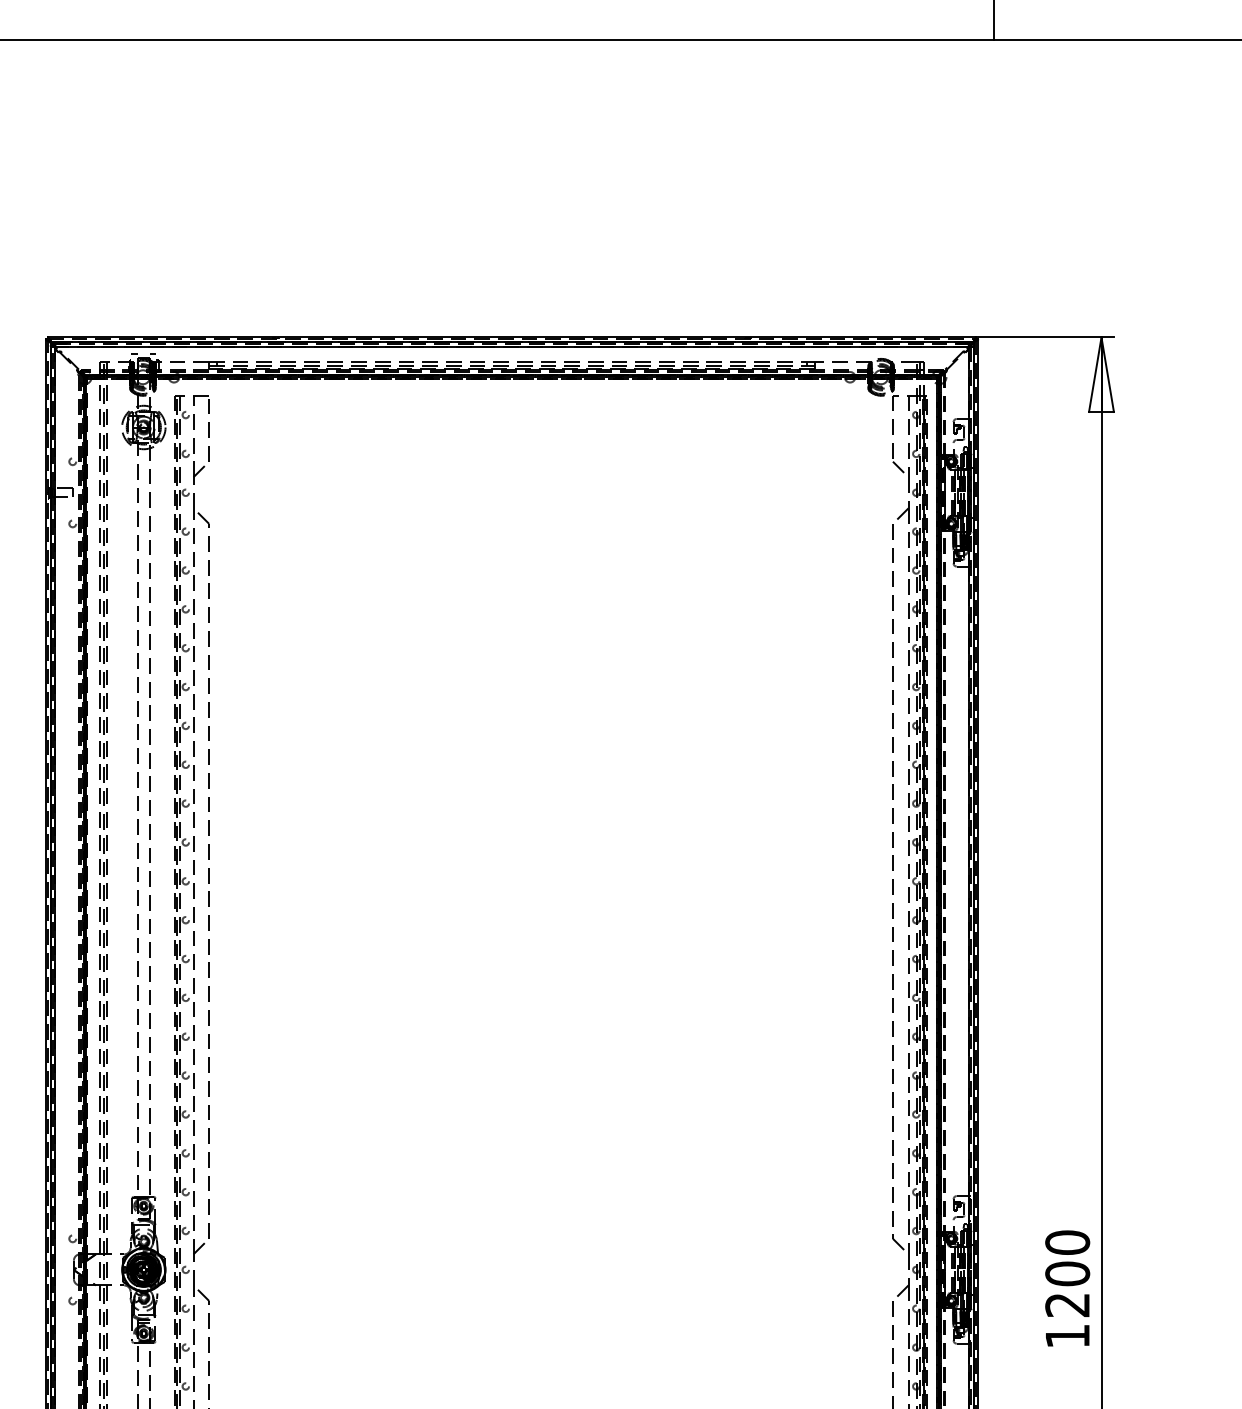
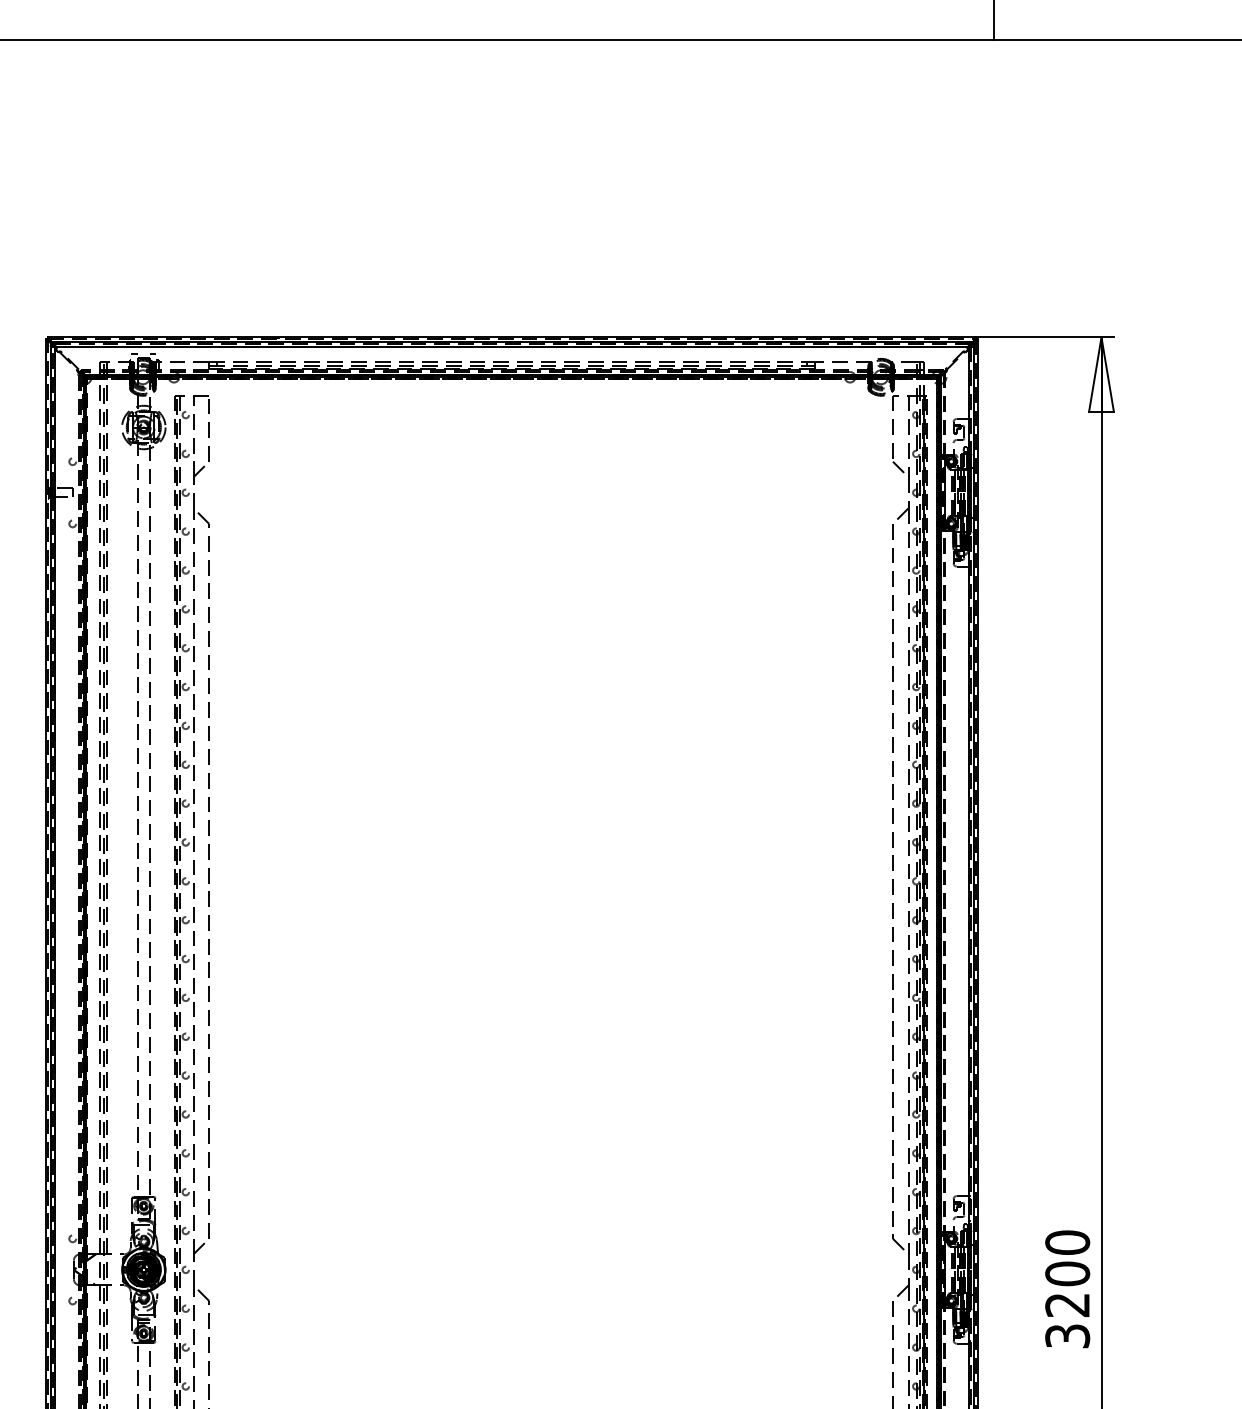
text at (1067, 1336): 1200 -> 3200
